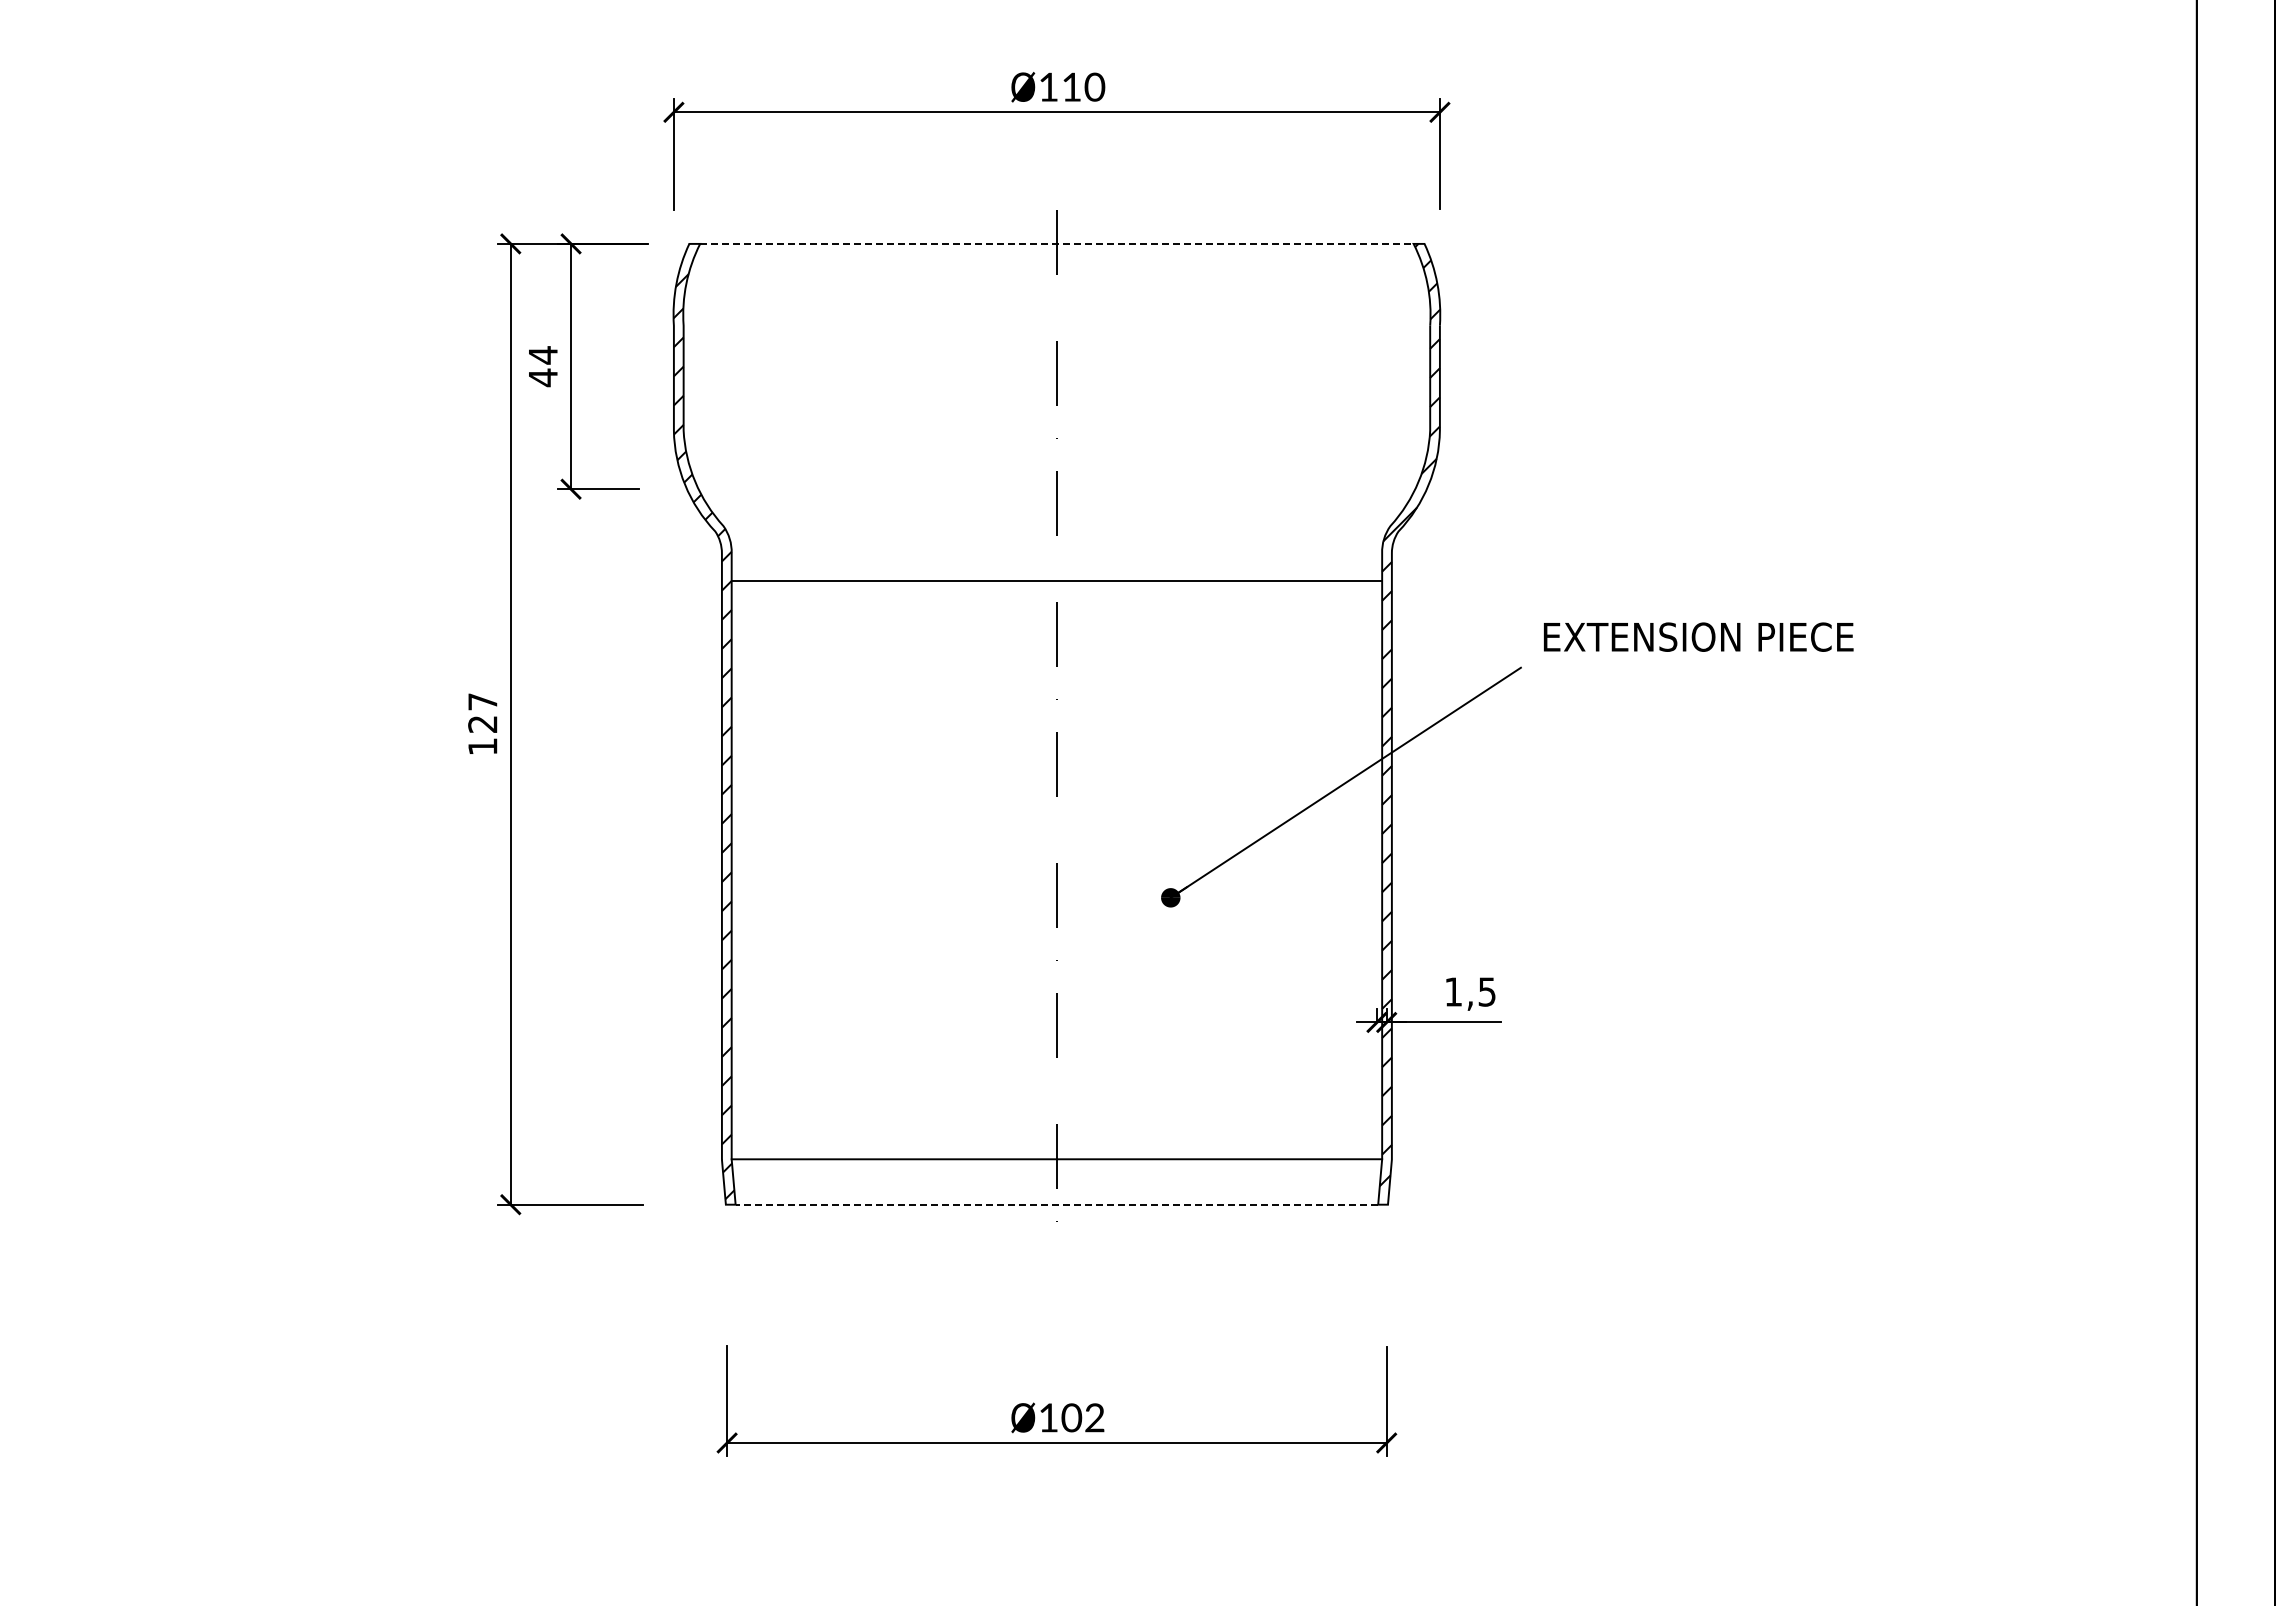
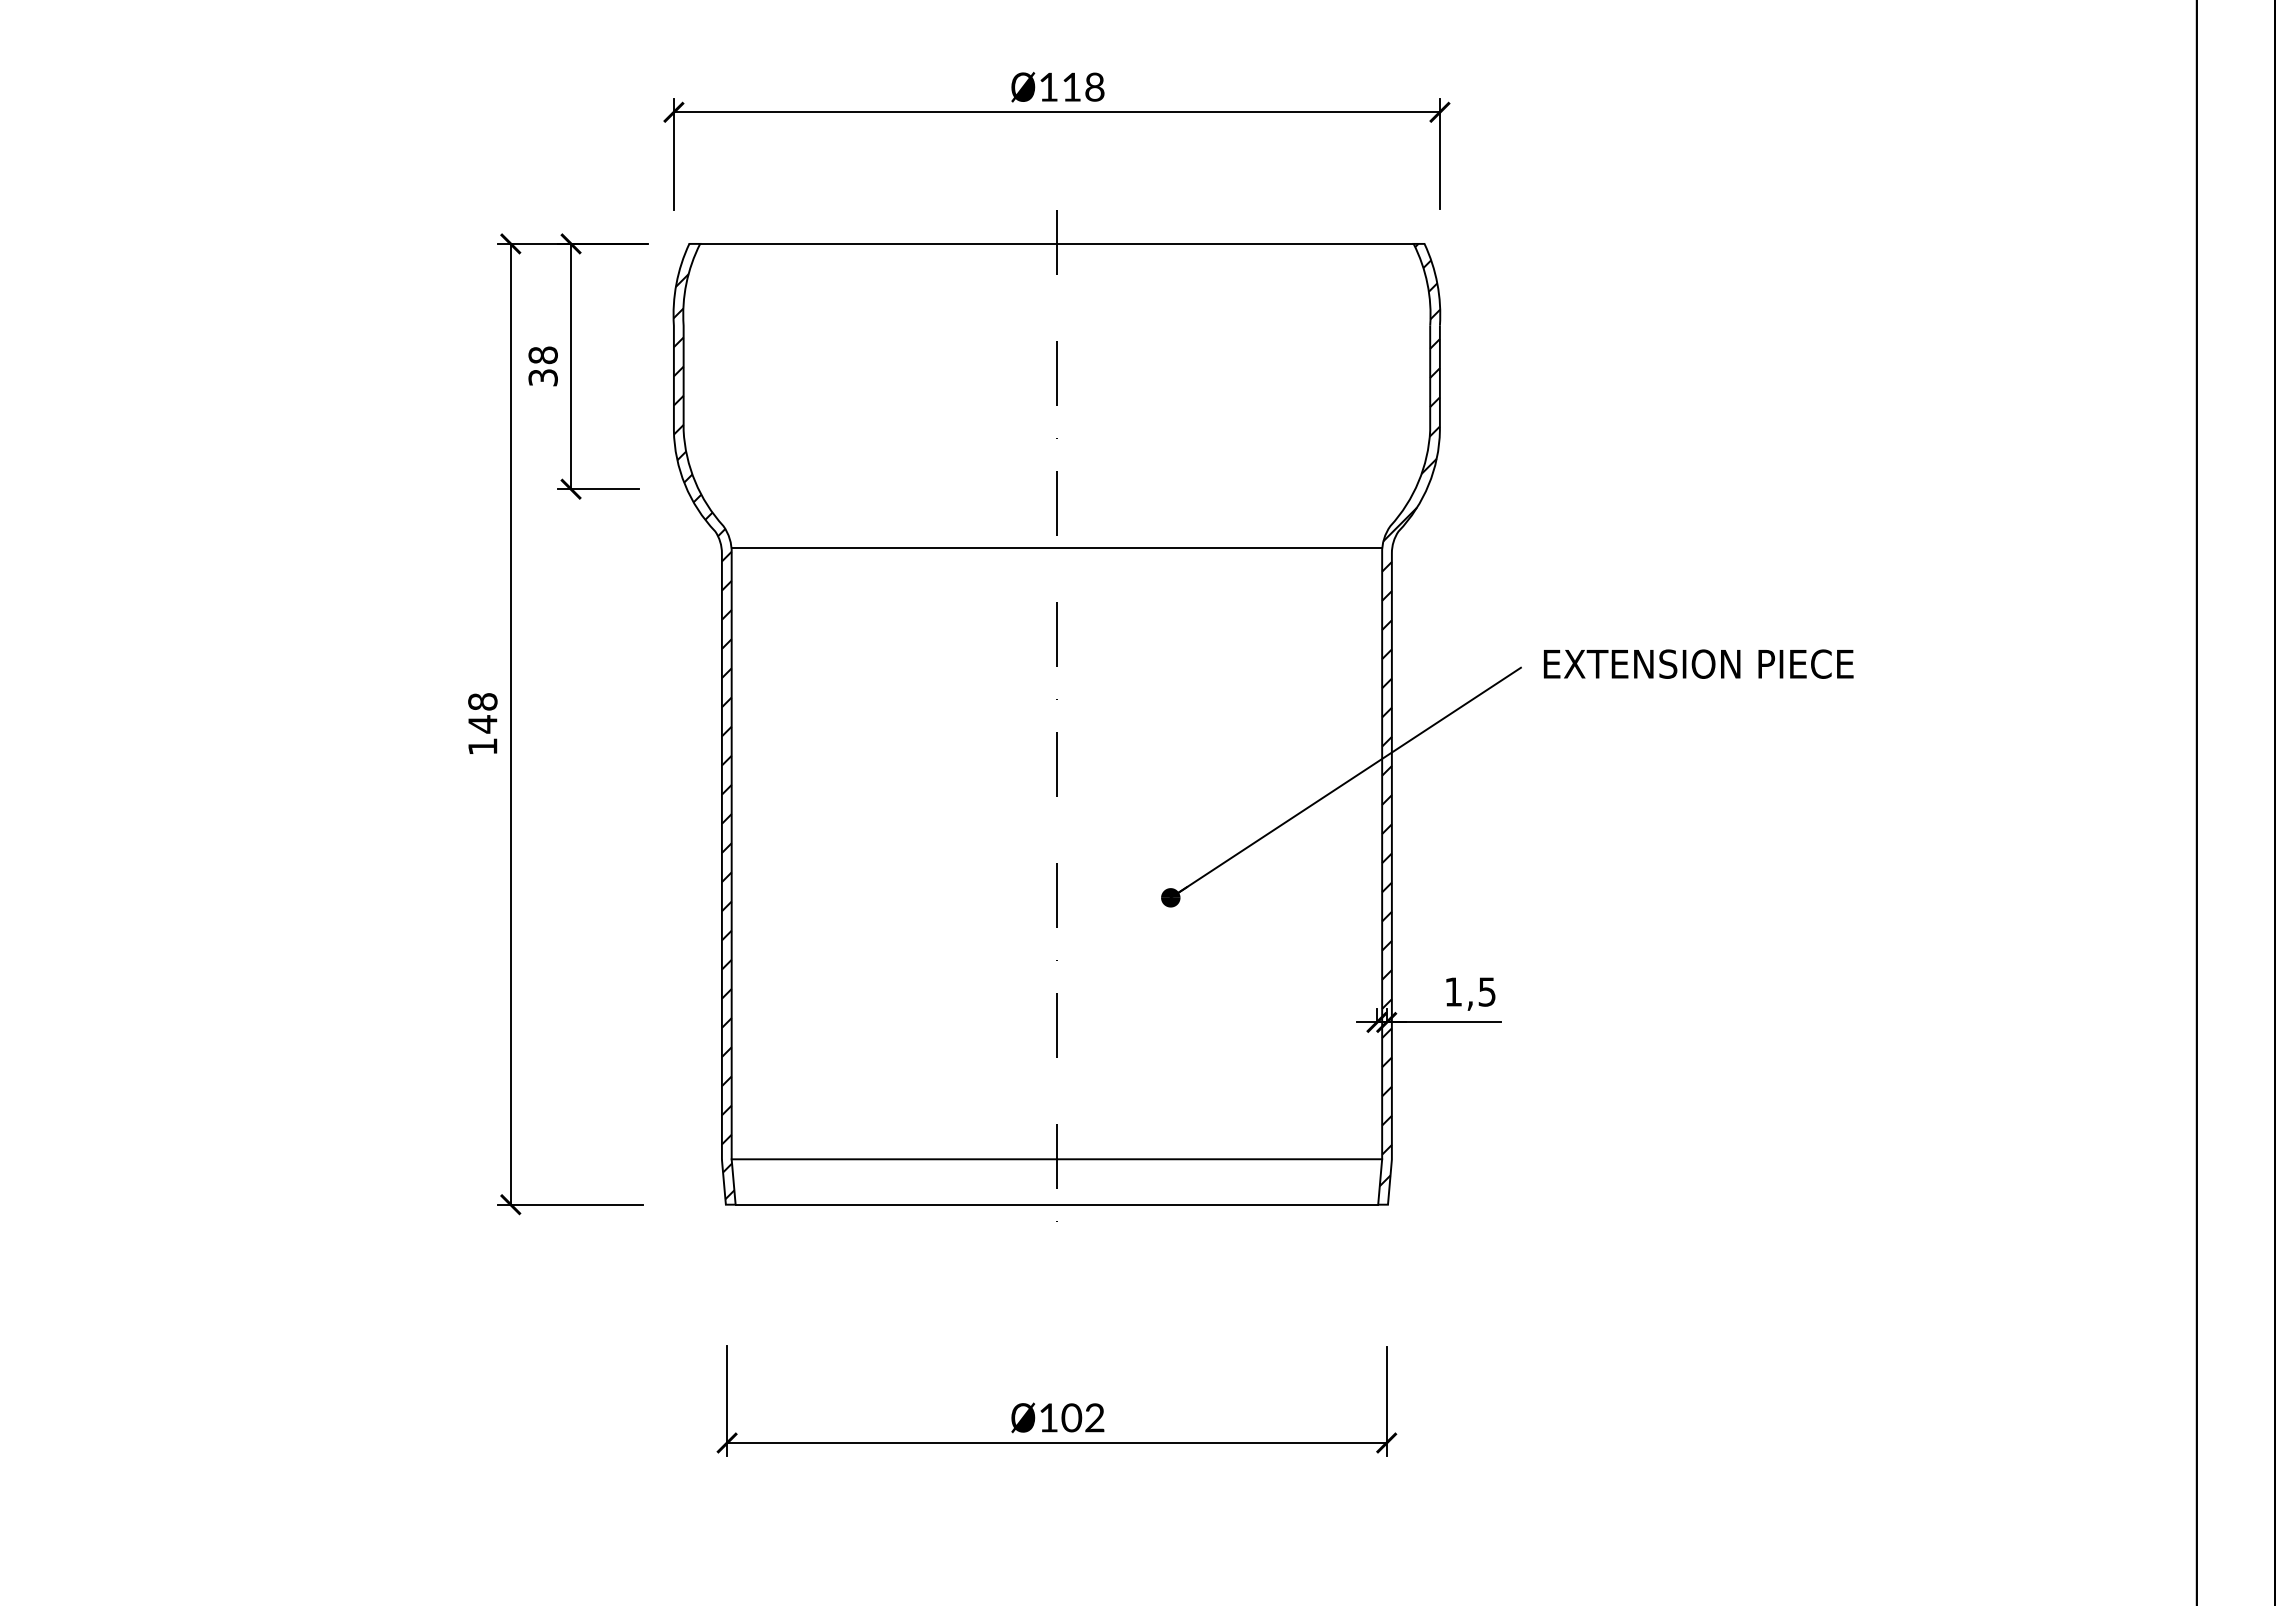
text at (1094, 87): 110 -> 118
line at (1056, 243): dashed -> solid
text at (542, 366): 44 -> 38
line at (1056, 581) position: (1056, 581) -> (1056, 548)
text at (1698, 636) position: (1698, 636) -> (1698, 663)
text at (482, 713): 127 -> 148
line at (1056, 1204): dashed -> solid
